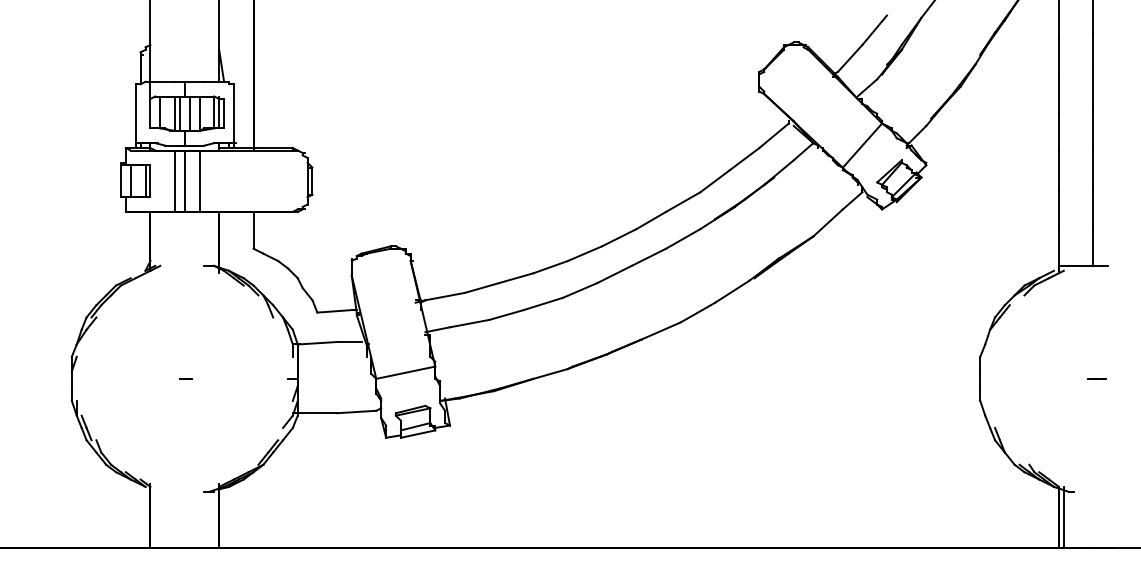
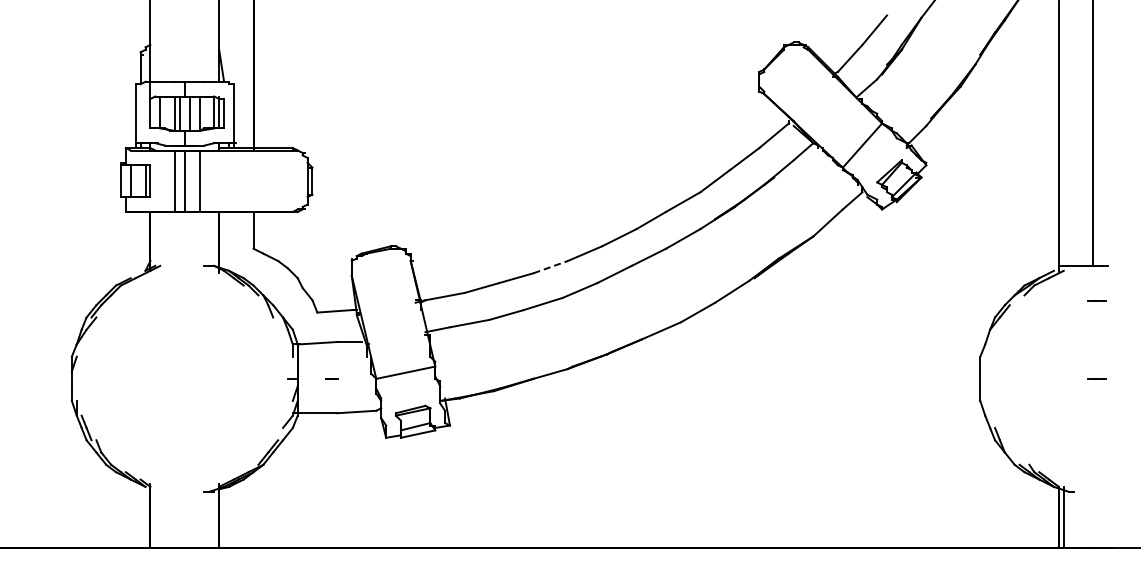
line at (551, 266): solid -> dashed
line at (1096, 300): none -> present
line at (185, 378) position: (185, 378) -> (331, 378)
